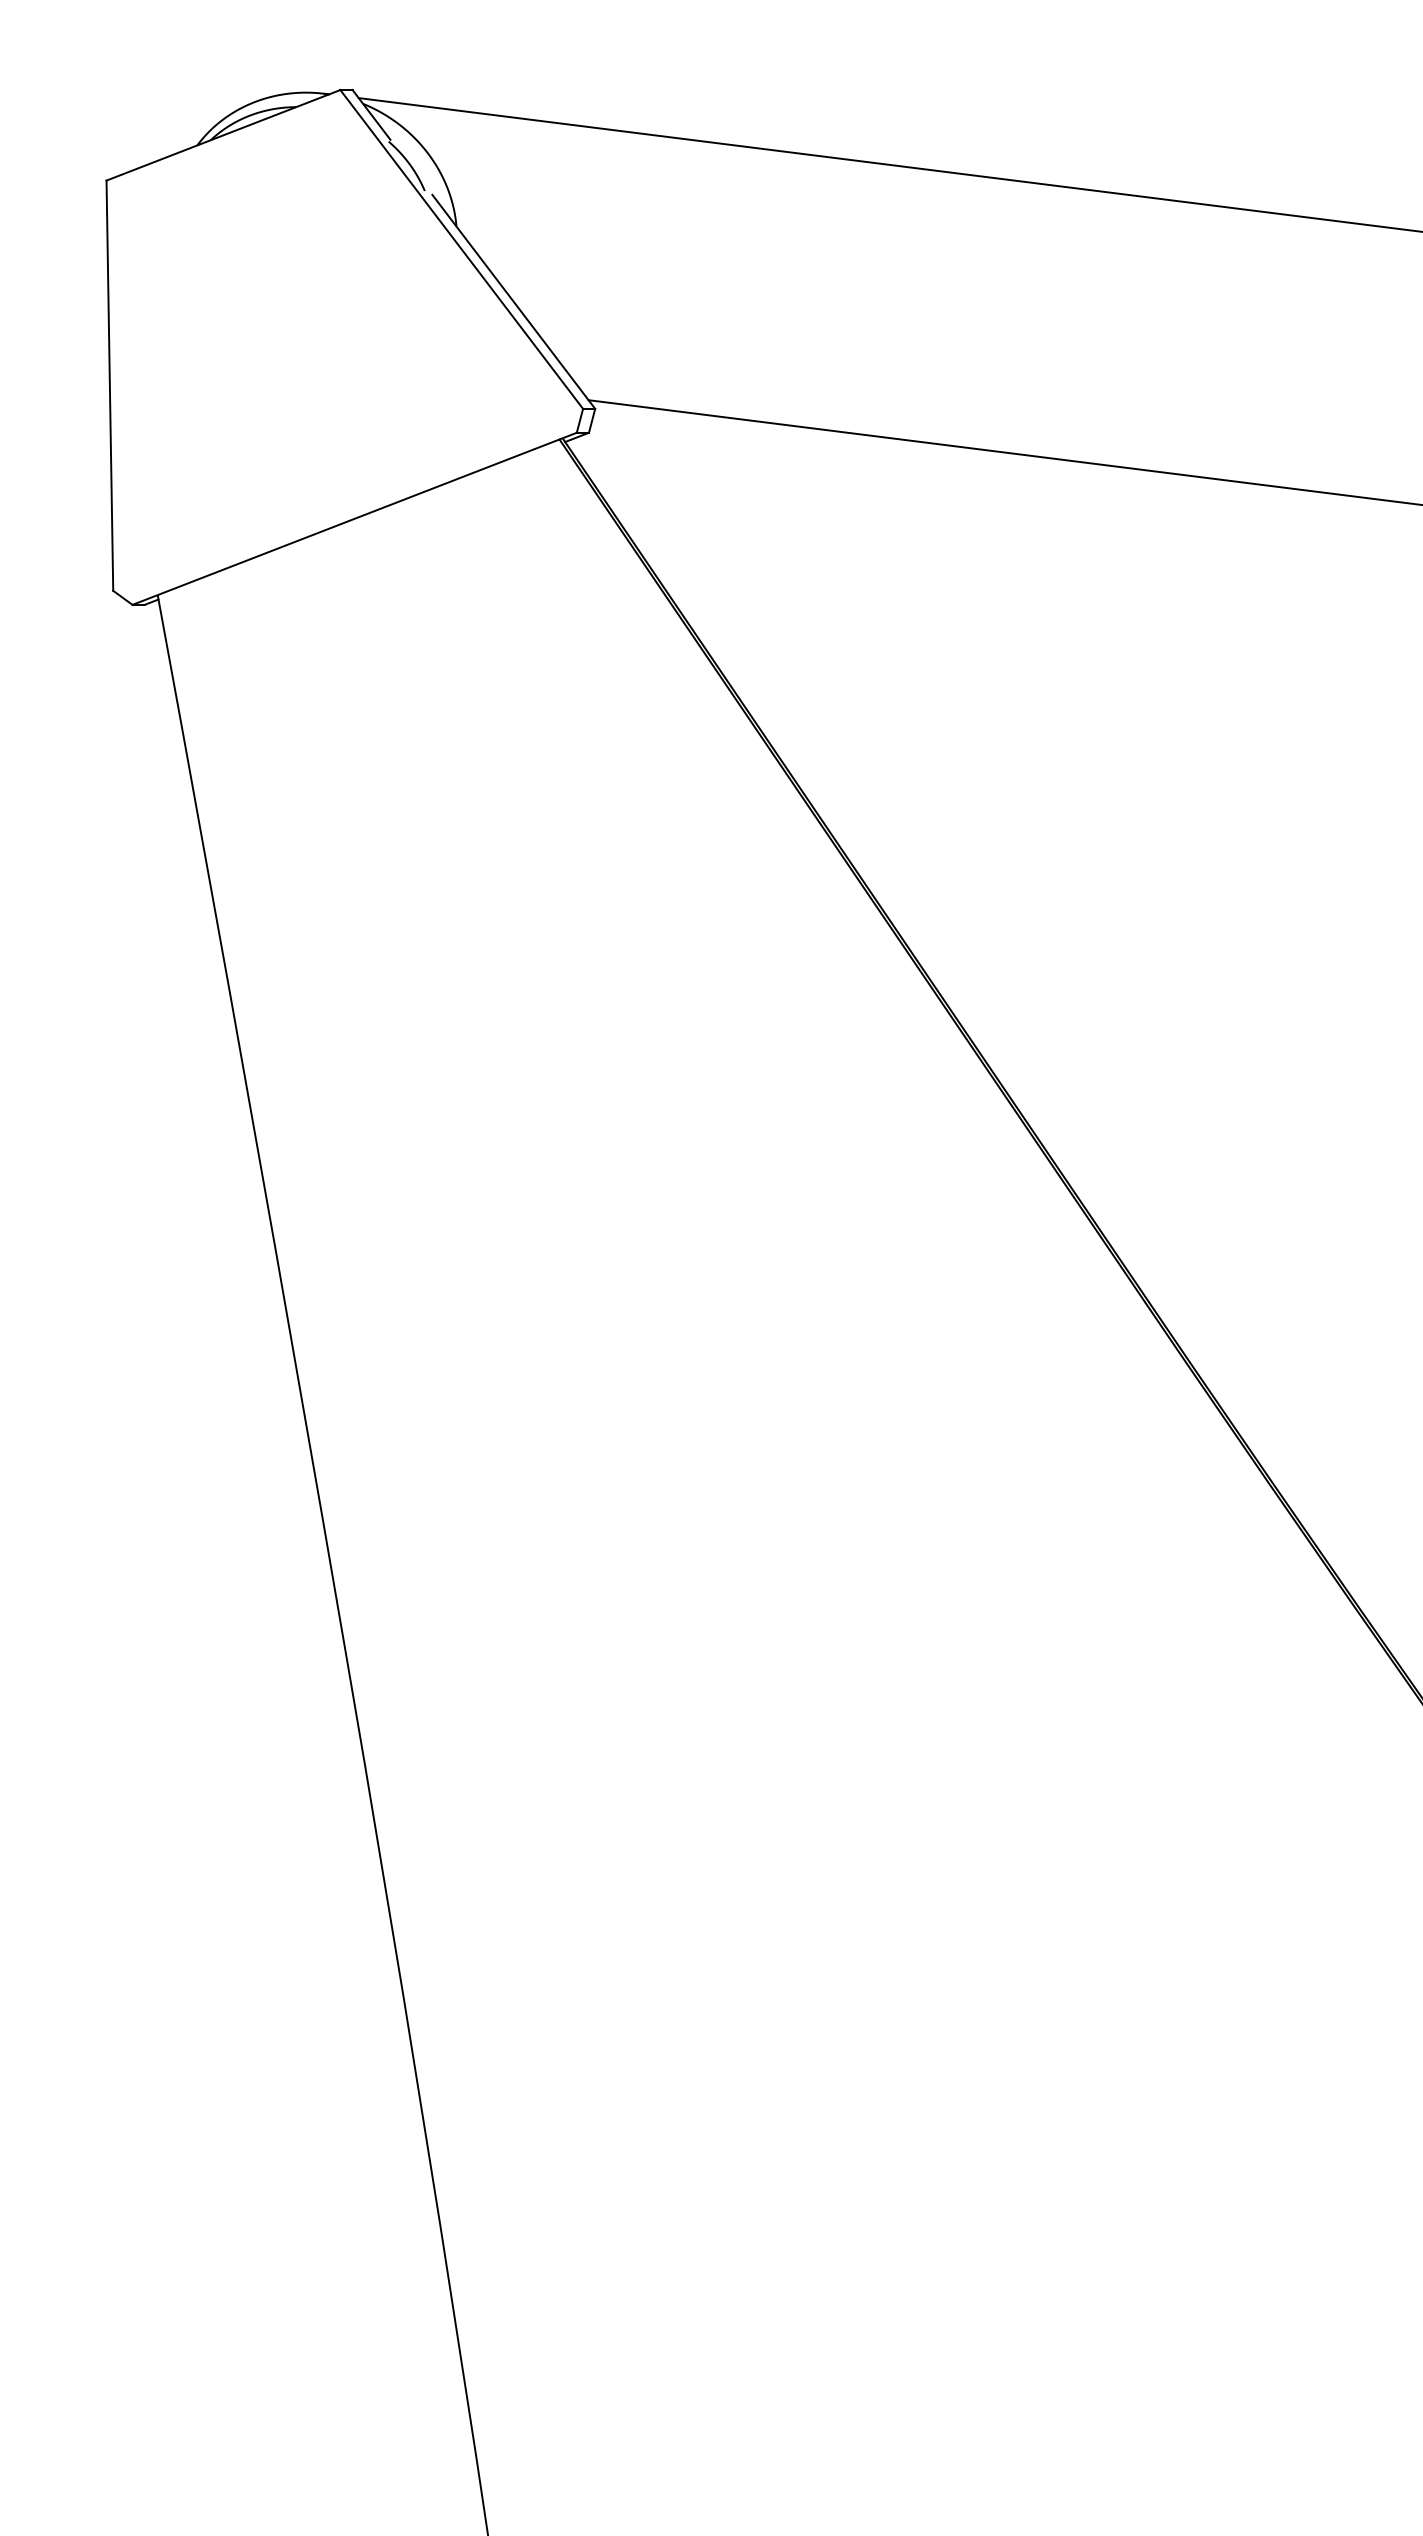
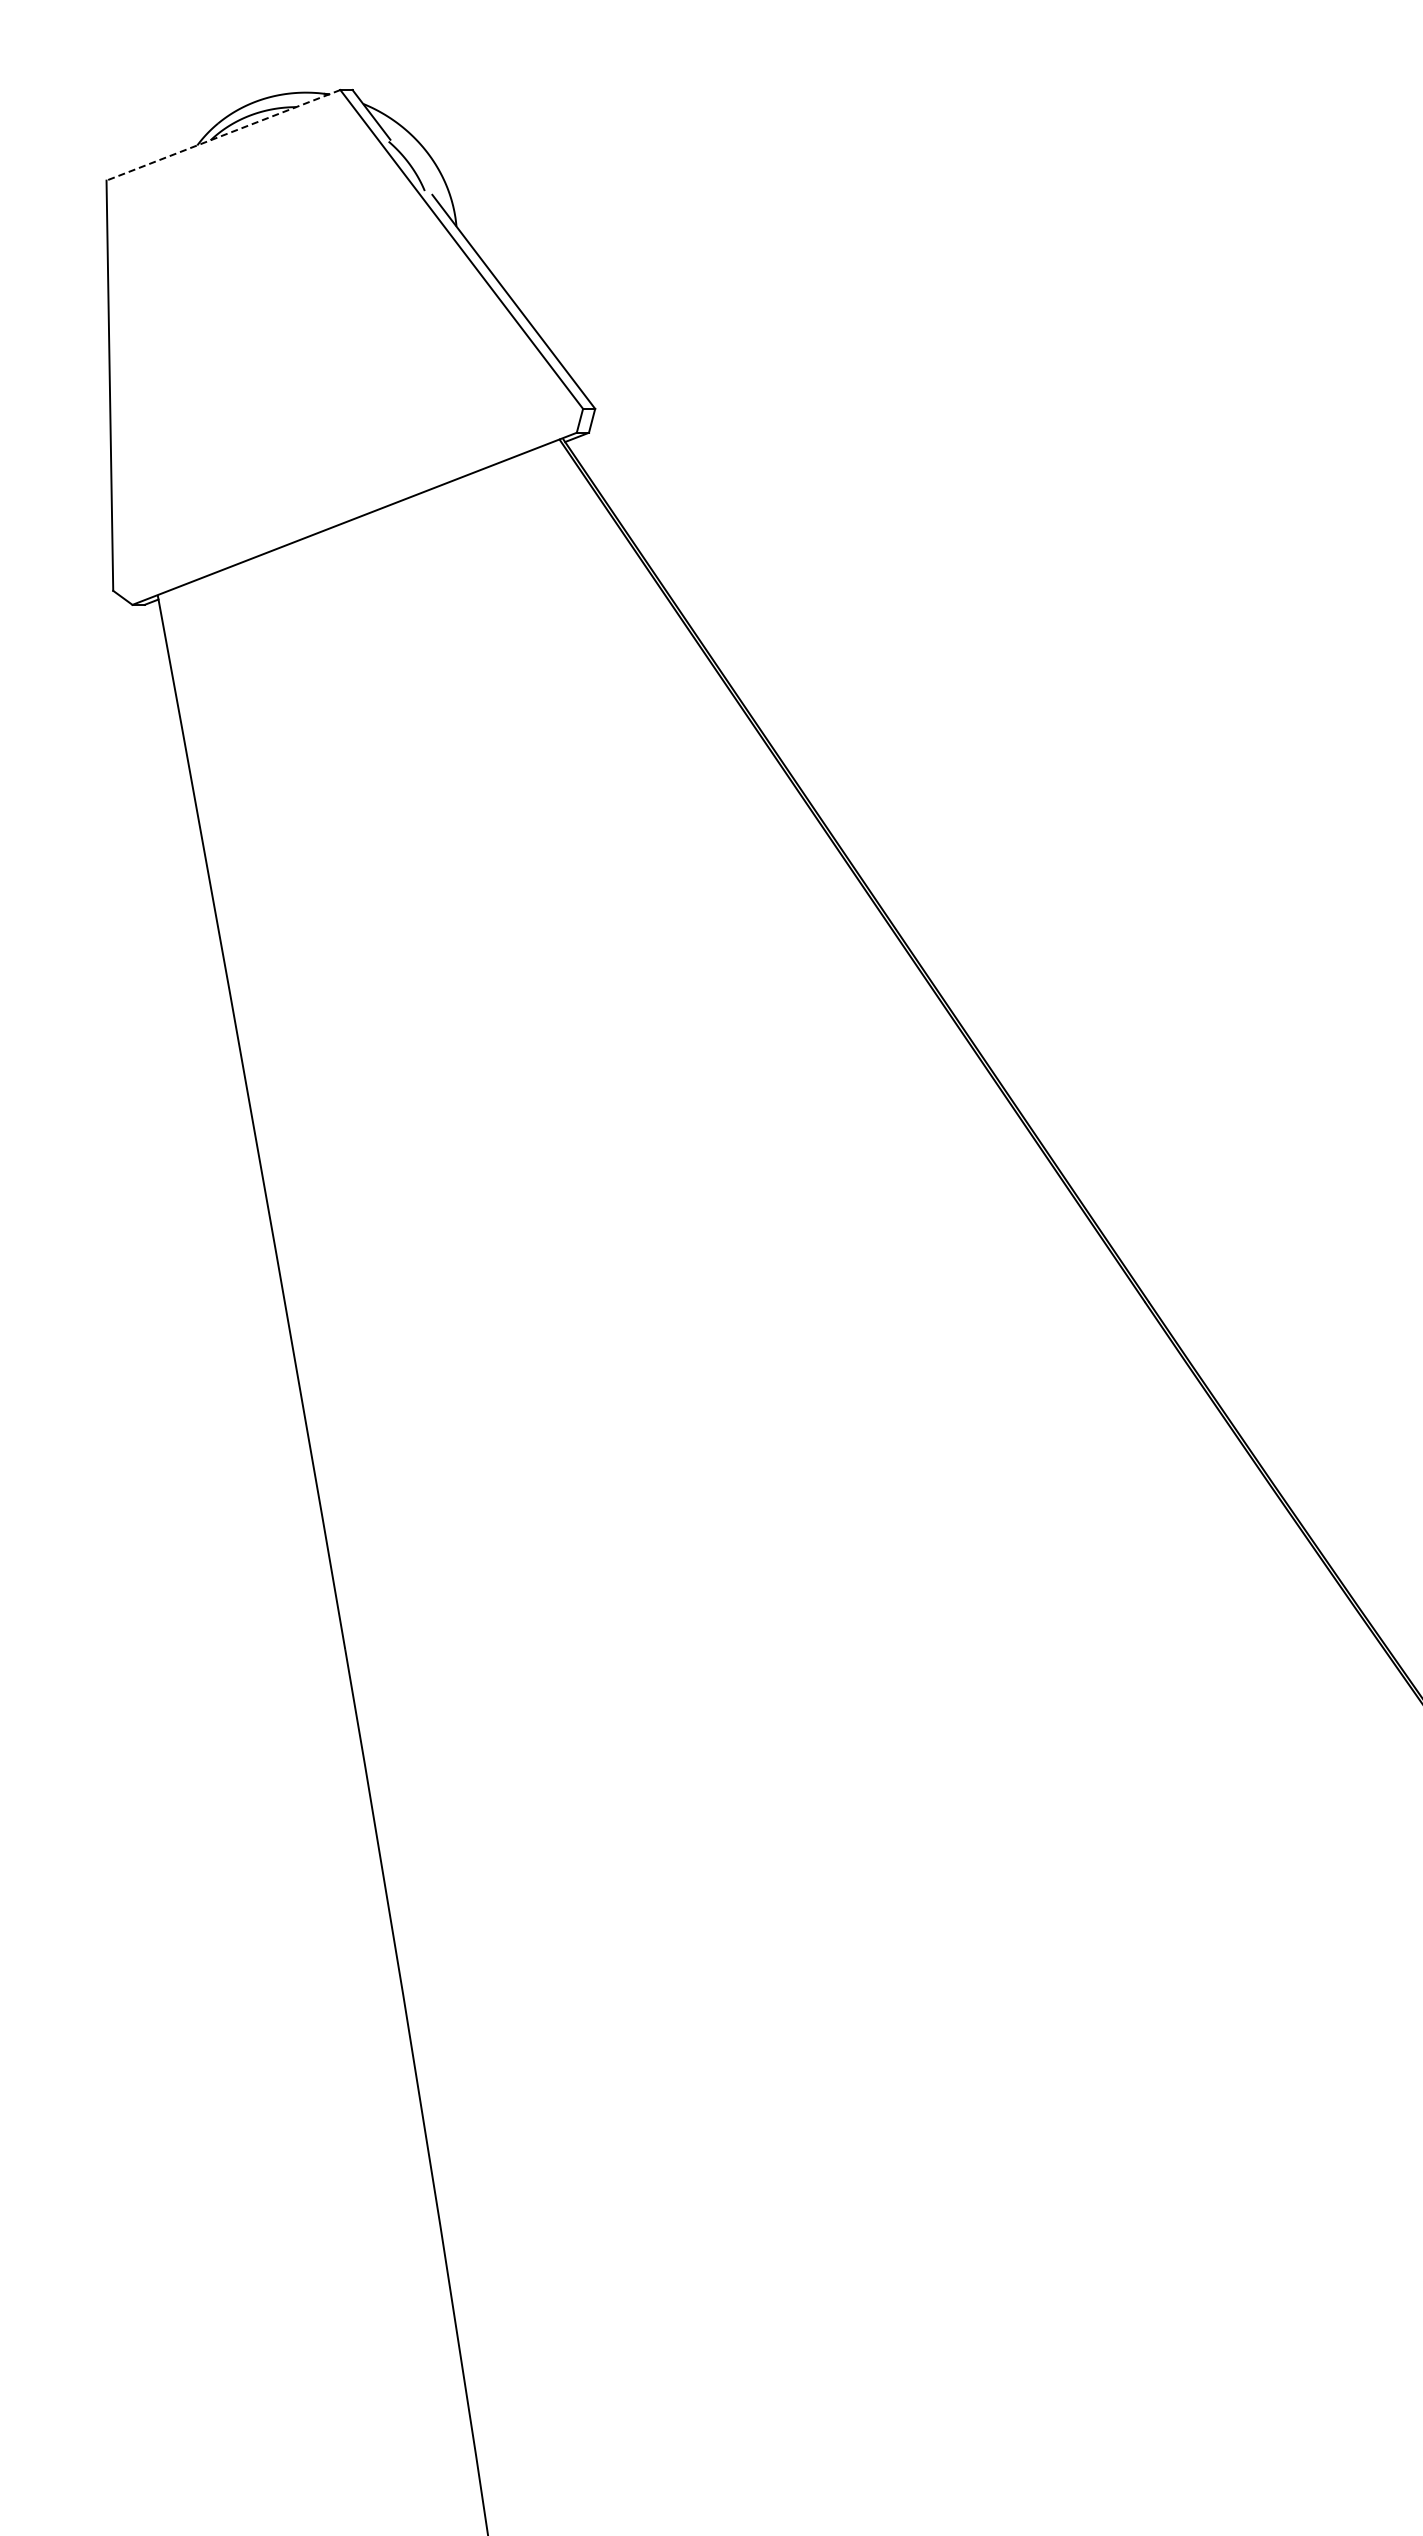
line at (223, 135): solid -> dashed
line at (888, 164): present -> none
line at (1003, 452): present -> none
